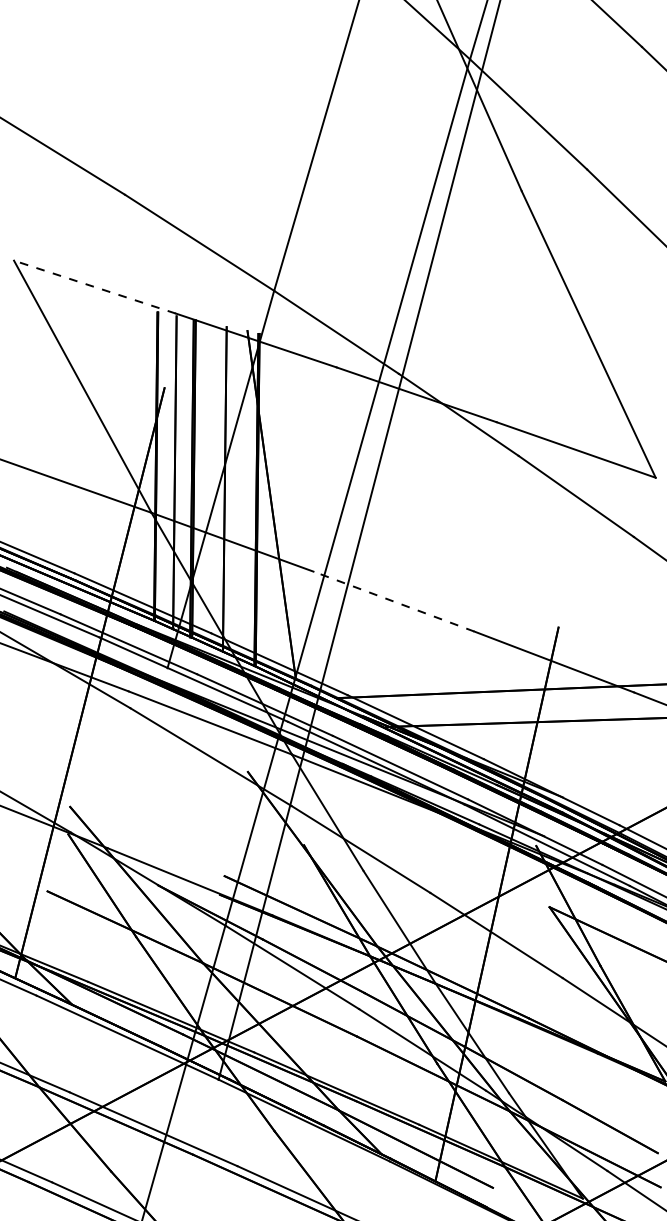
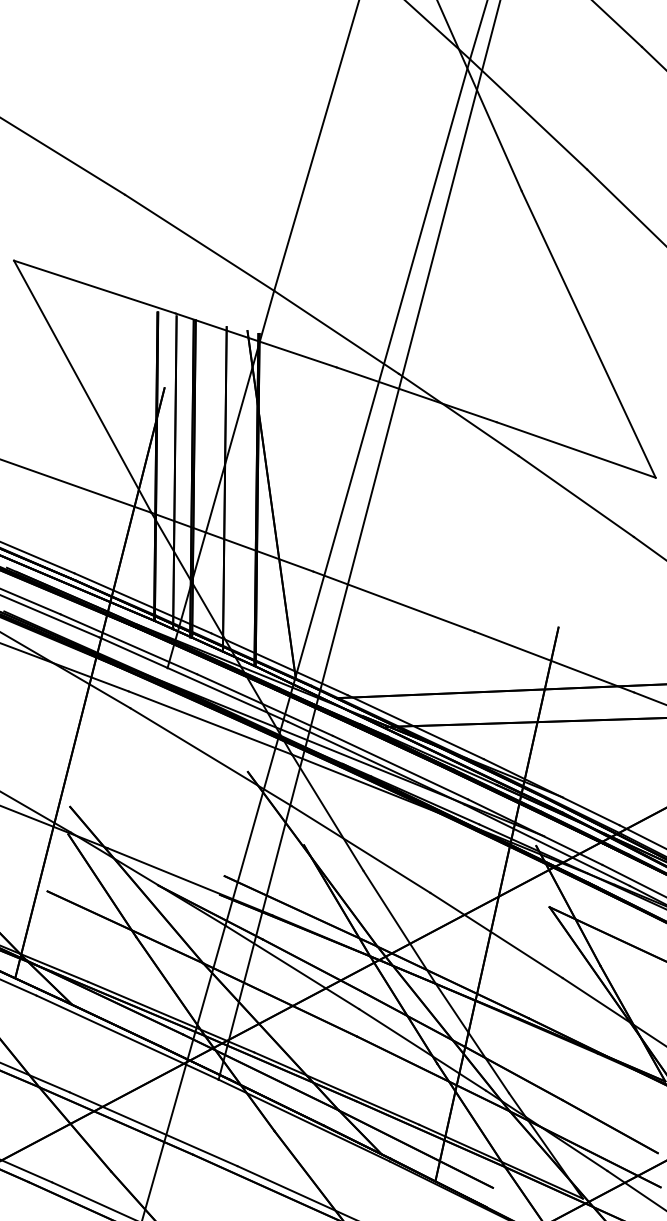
line at (94, 286): dashed -> solid
line at (393, 601): dashed -> solid
